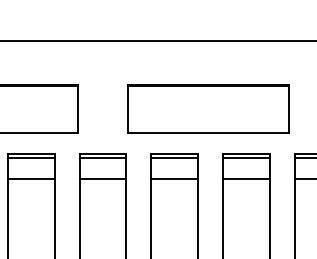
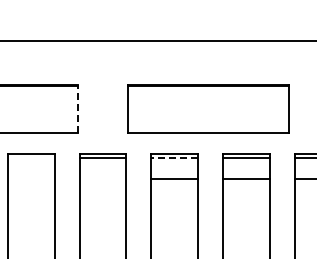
line at (78, 109): solid -> dashed
line at (30, 158): present -> none
line at (174, 158): solid -> dashed
line at (30, 179): present -> none
line at (102, 179): present -> none
